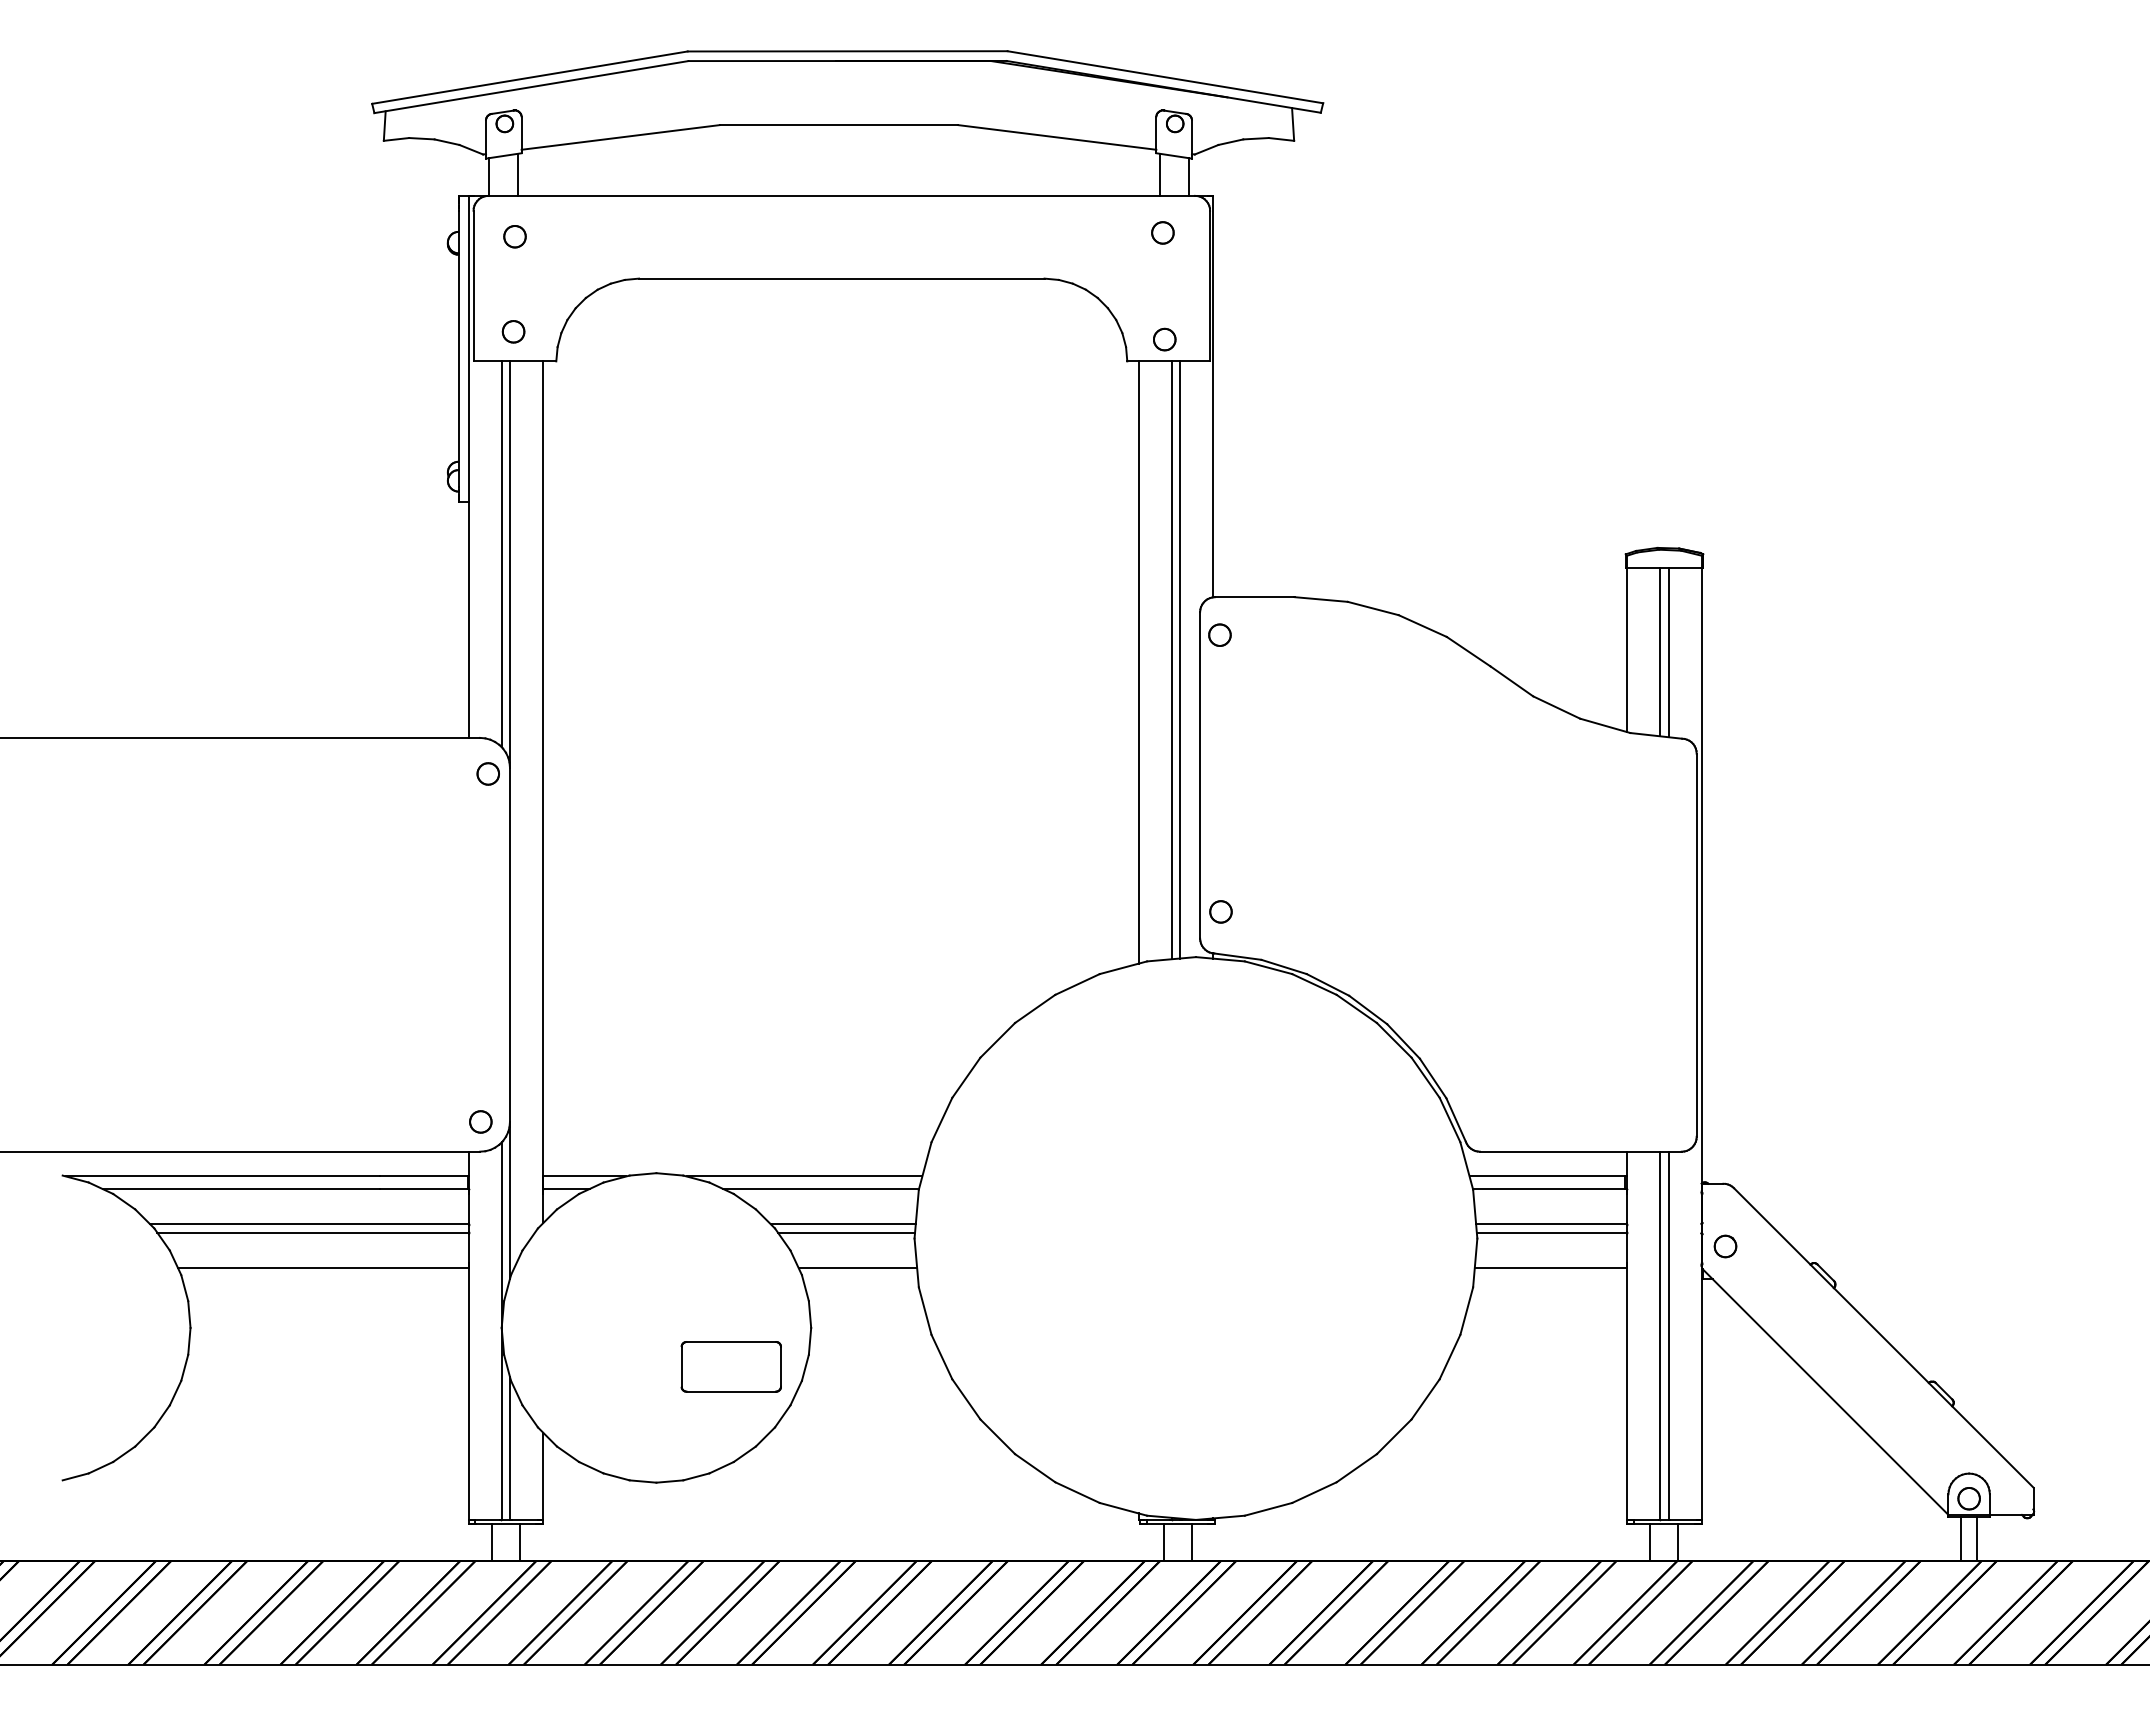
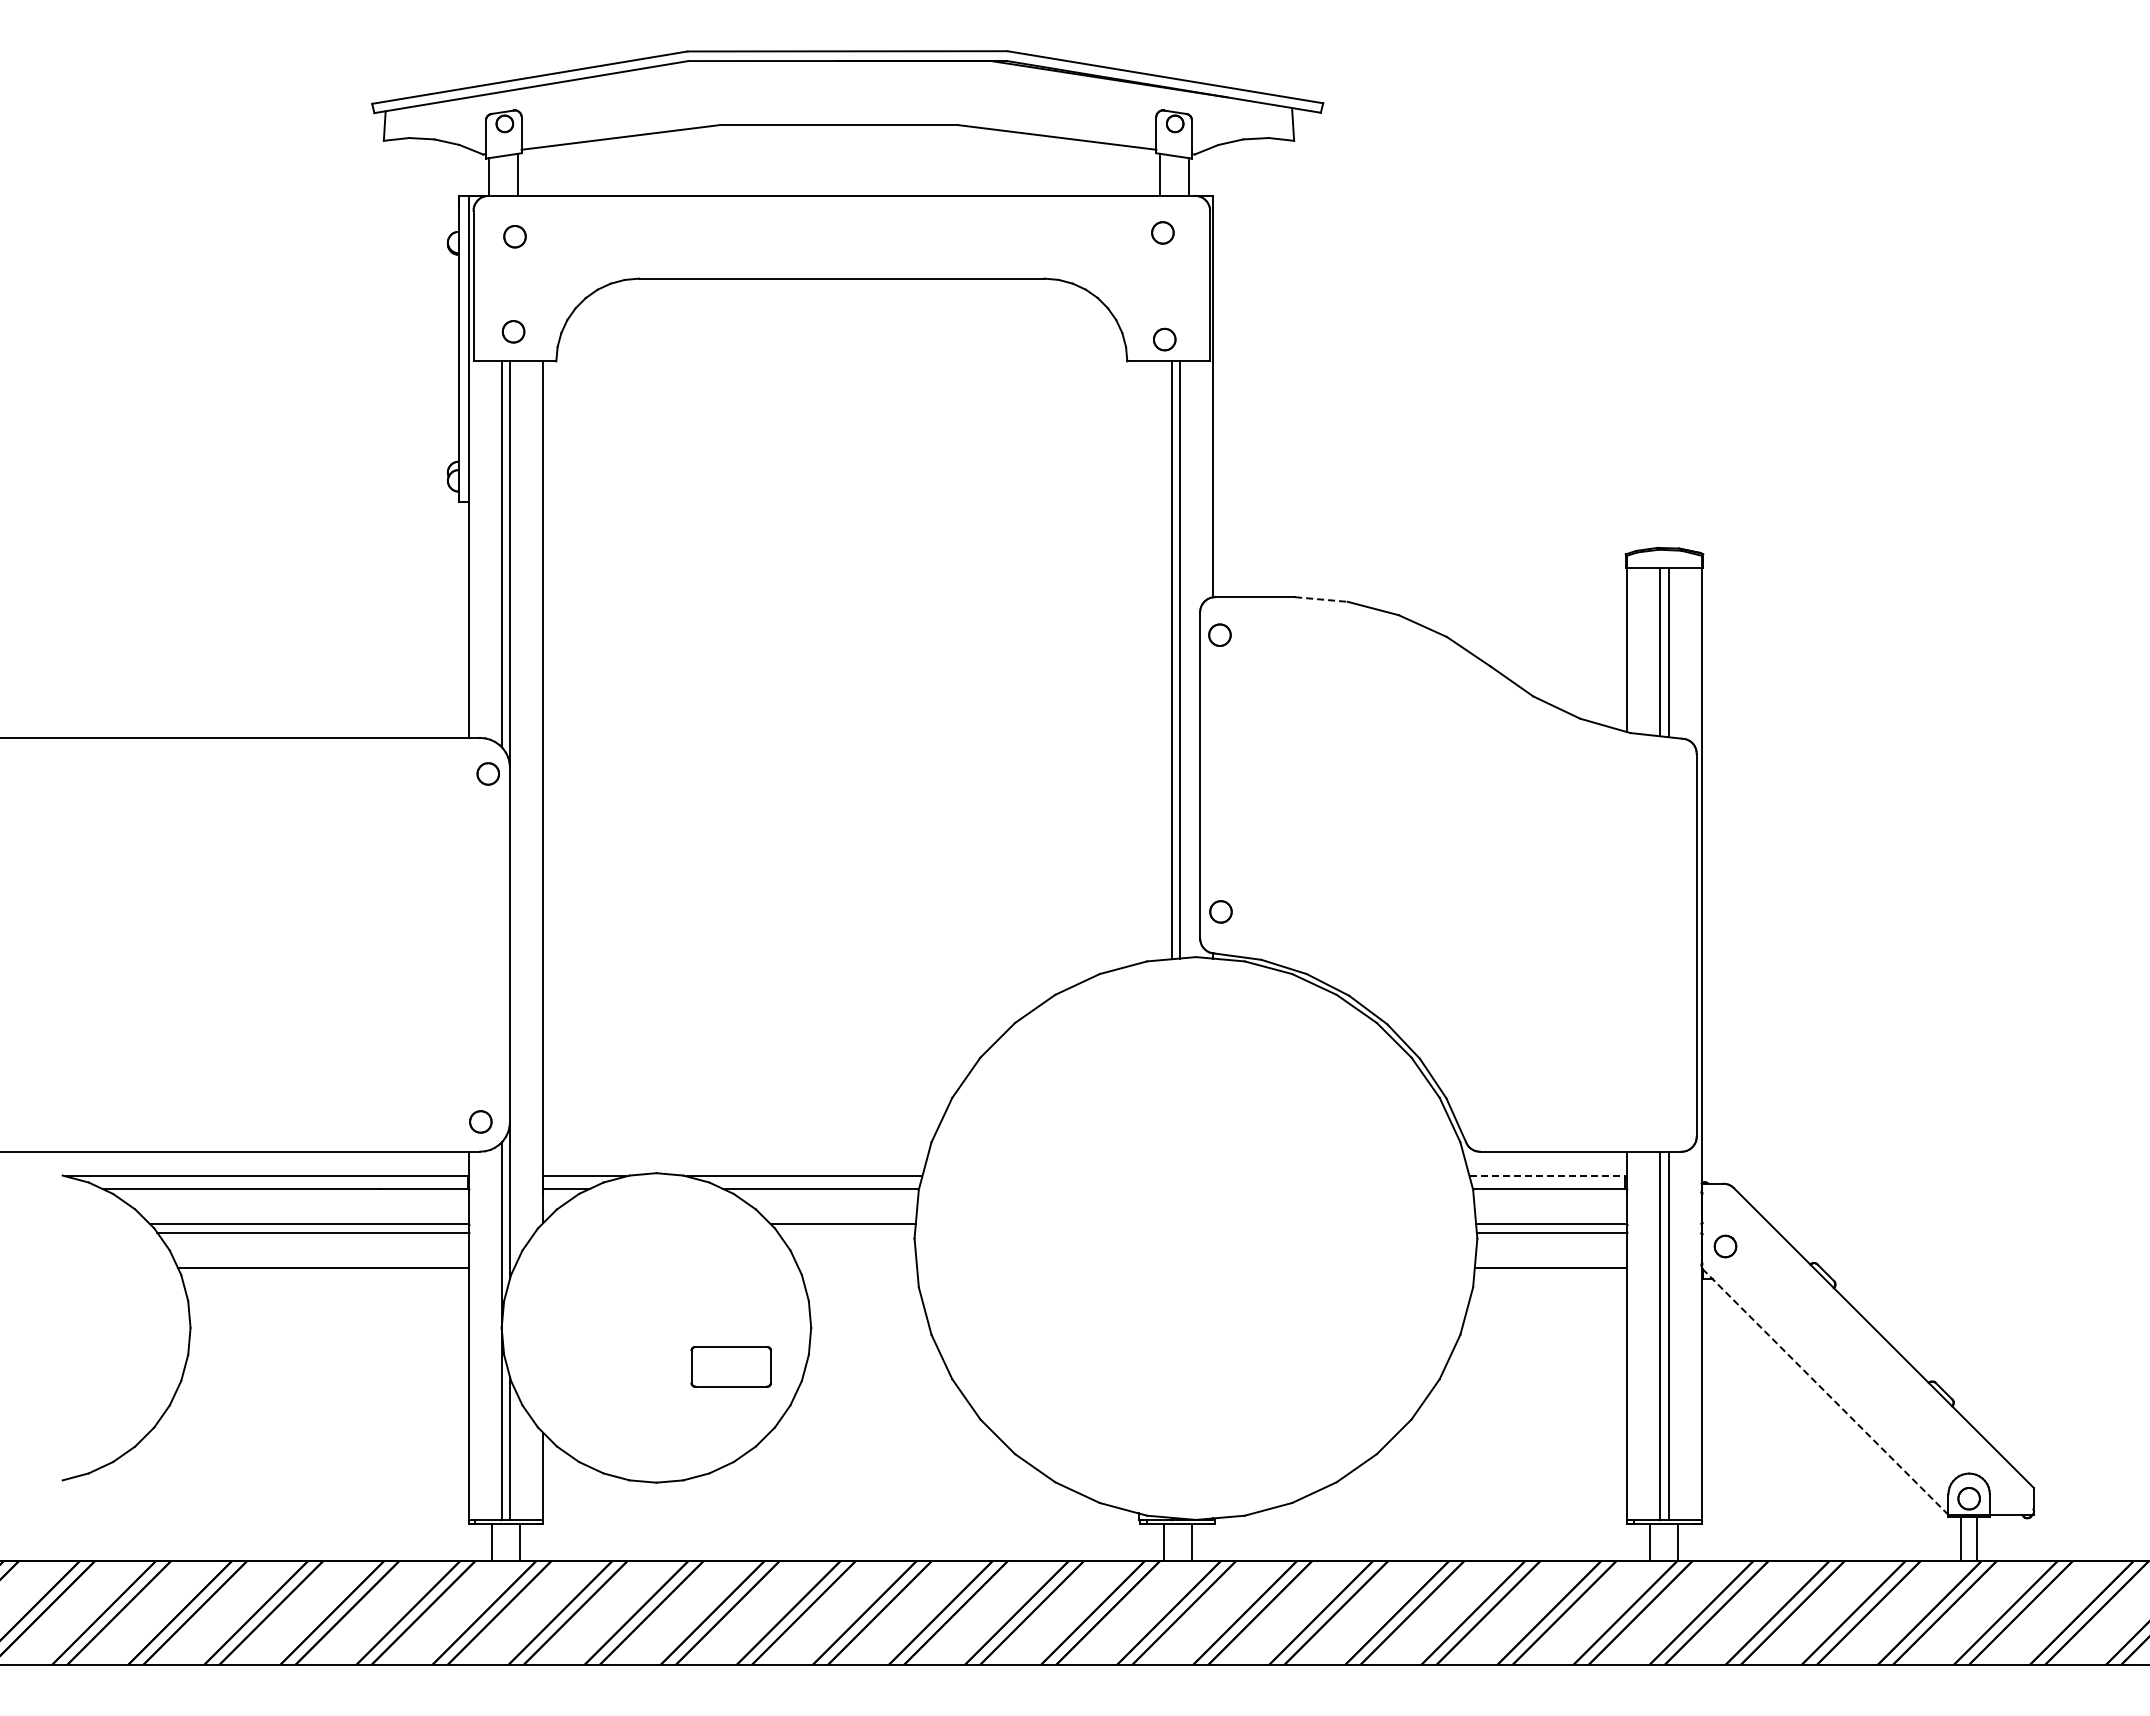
line at (1321, 599): solid -> dashed
line at (1138, 662): present -> none
line at (1547, 1176): solid -> dashed
line at (846, 1232): present -> none
line at (857, 1268): present -> none
part at (730, 1366) size: 102x52 px -> 82x42 px
line at (1825, 1391): solid -> dashed
